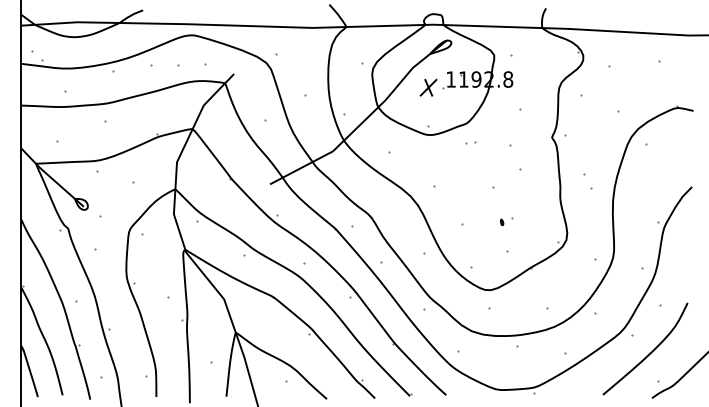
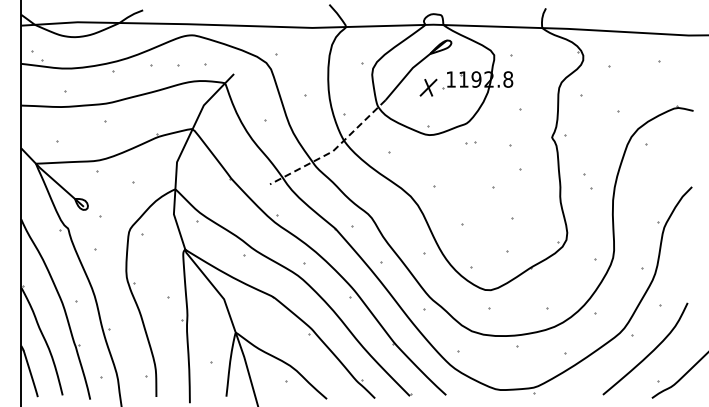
line at (333, 151): solid -> dashed
part at (502, 222): present -> none
